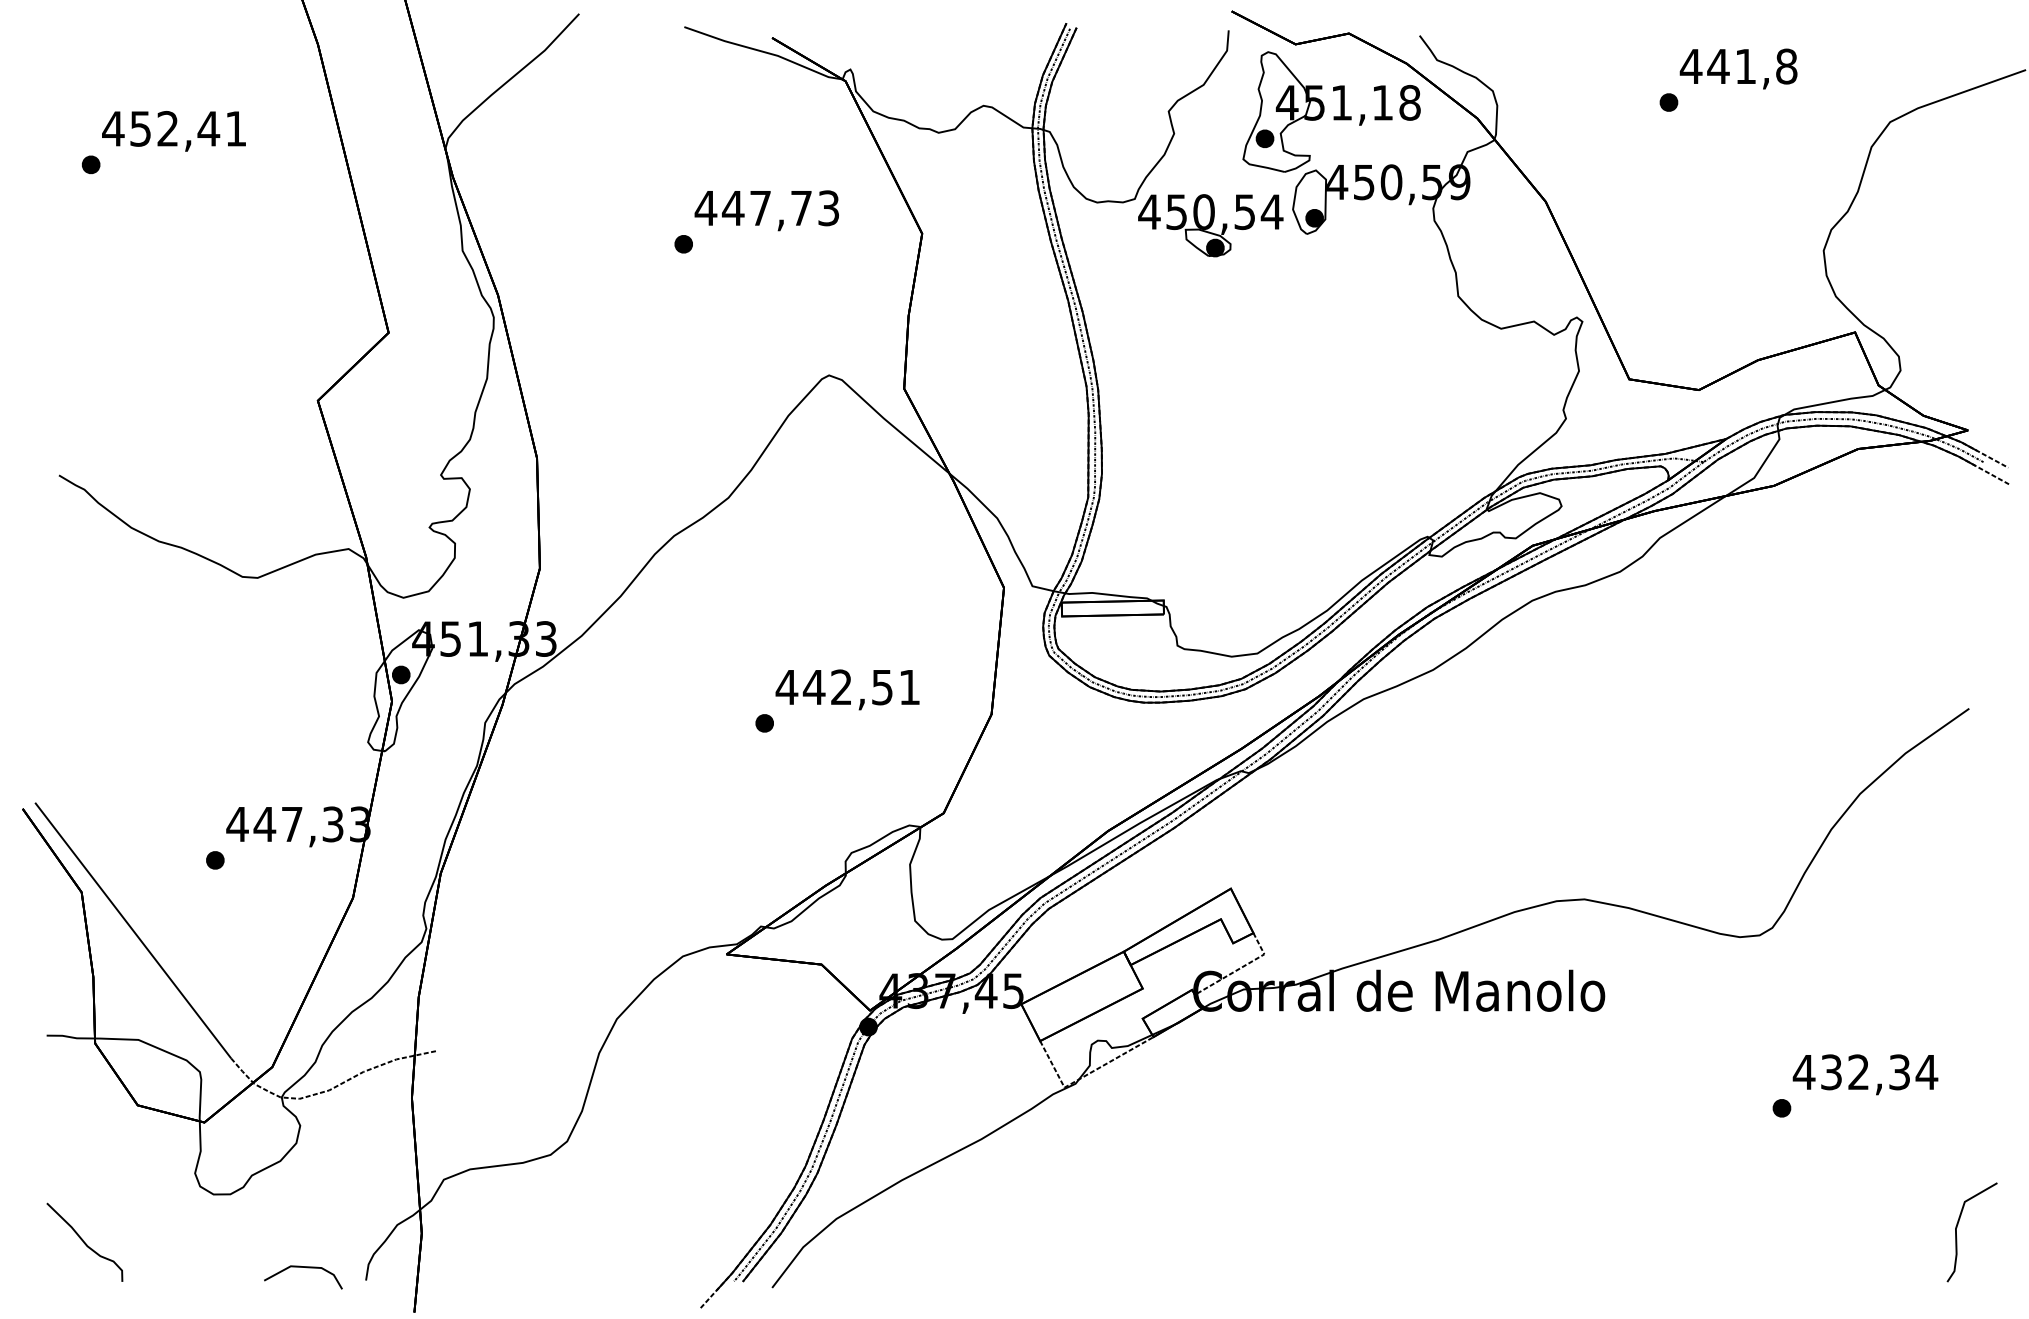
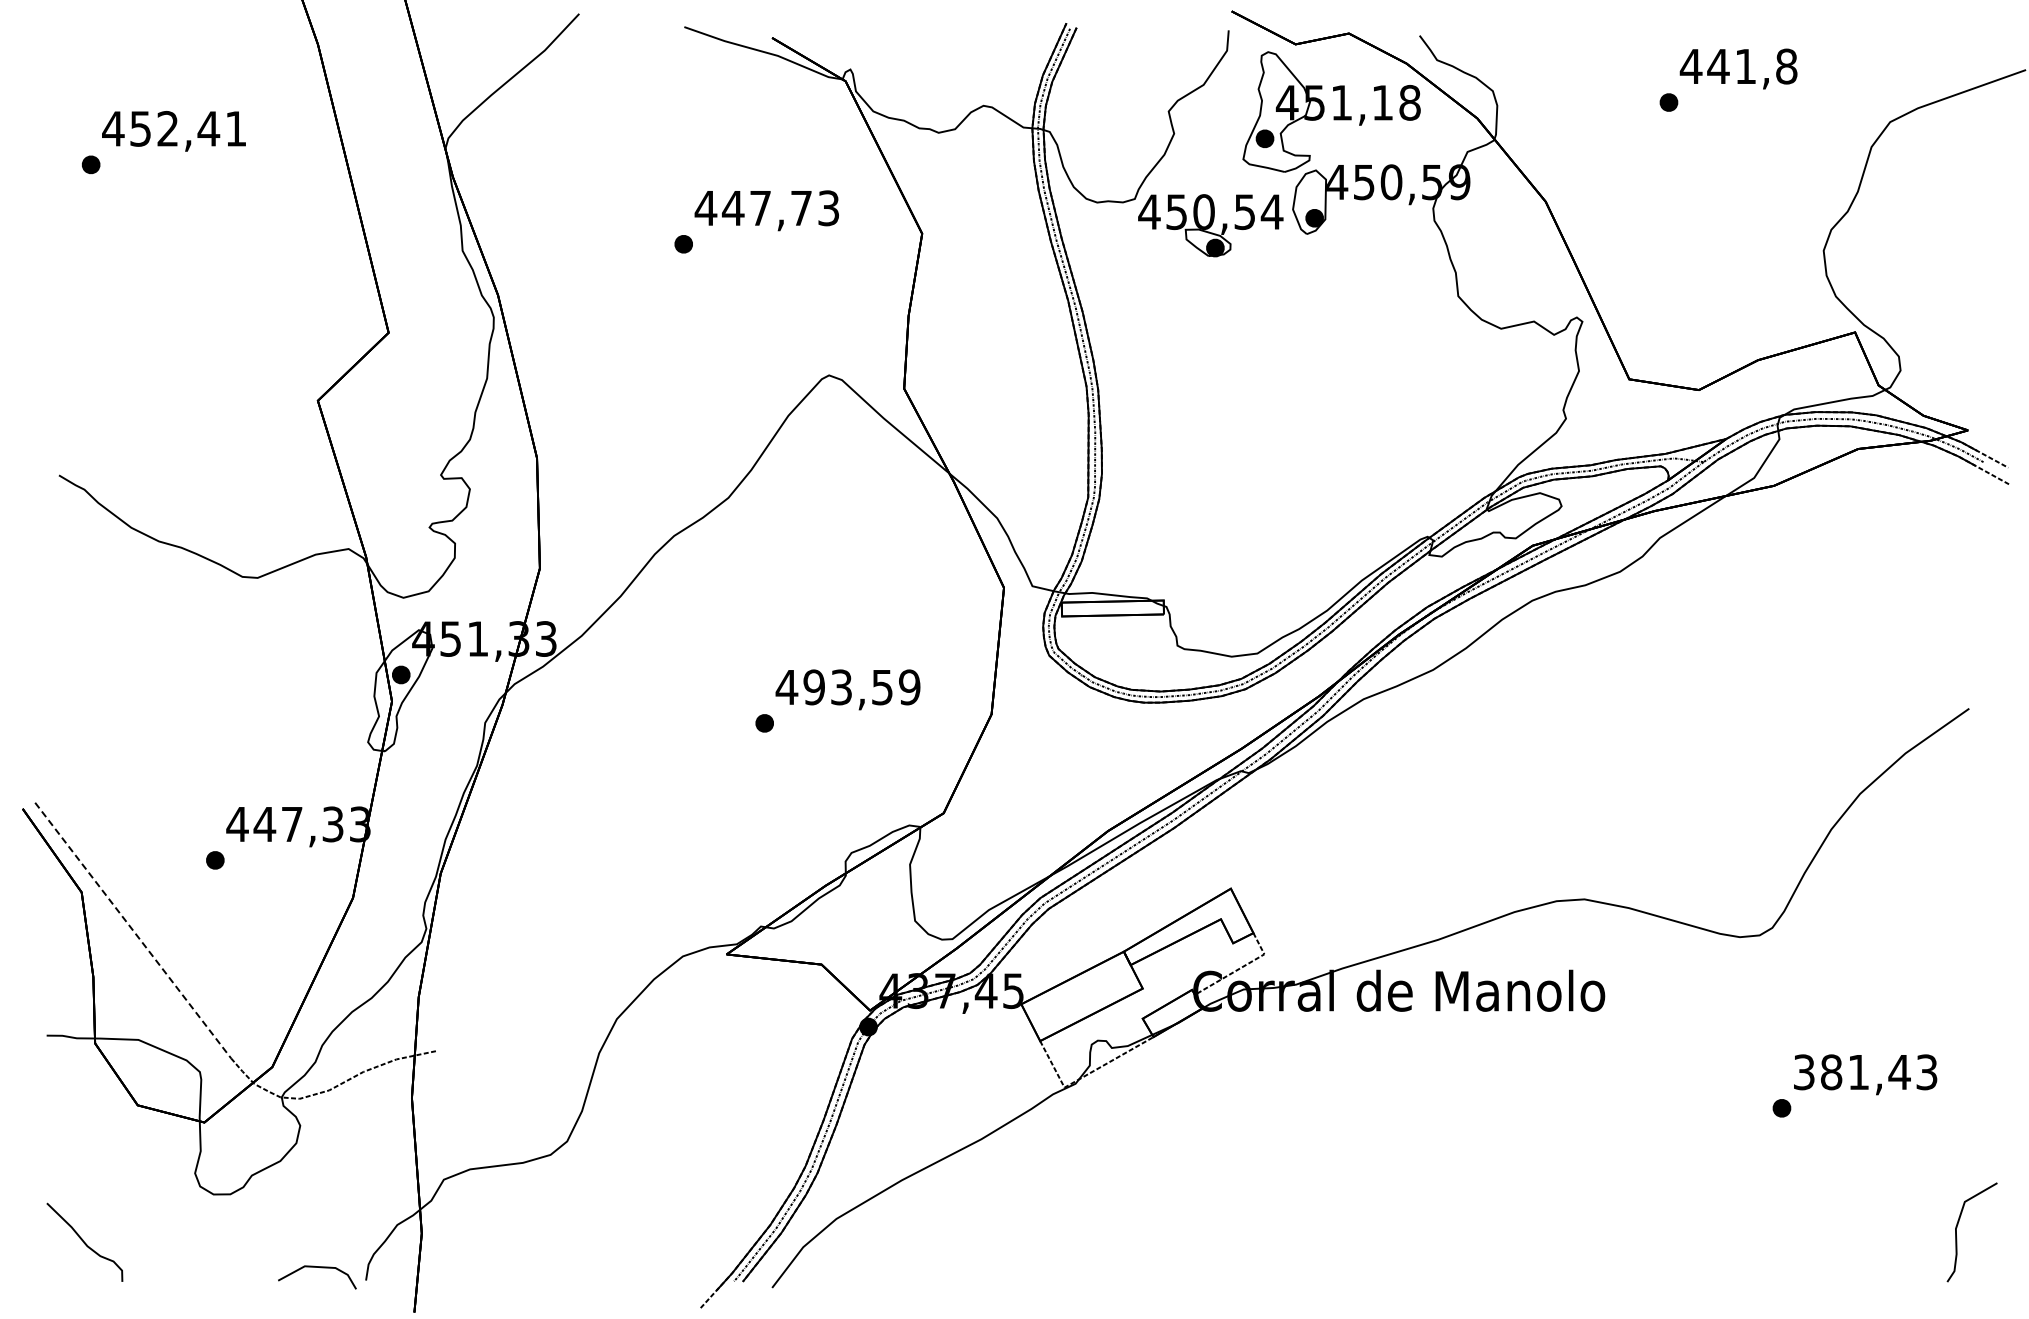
text at (861, 687): 442,51 -> 493,59
line at (133, 931): solid -> dashed
text at (1865, 1072): 432,34 -> 381,43
line at (306, 1268) position: (306, 1268) -> (320, 1268)
